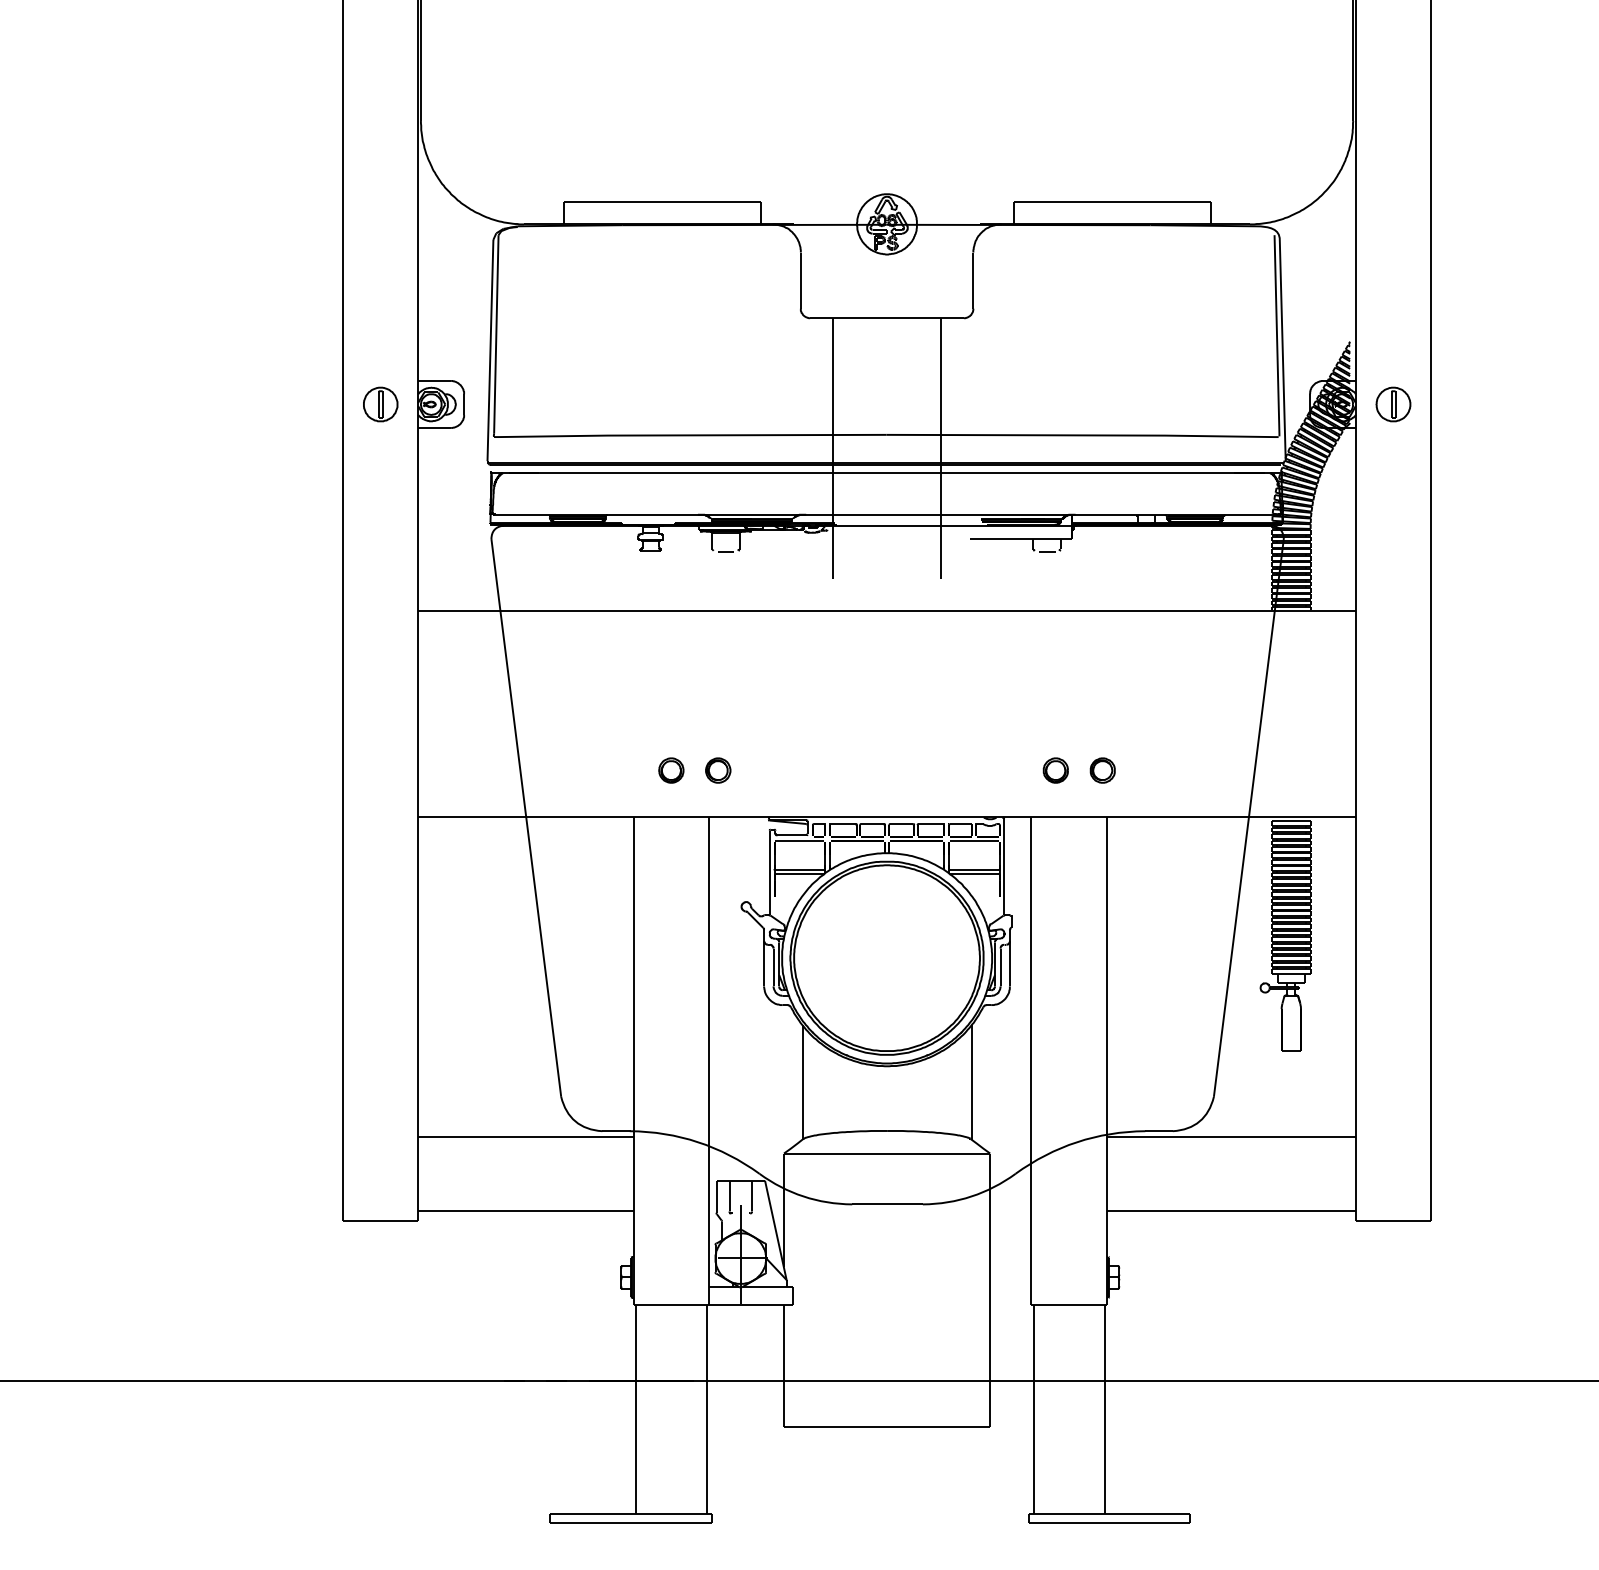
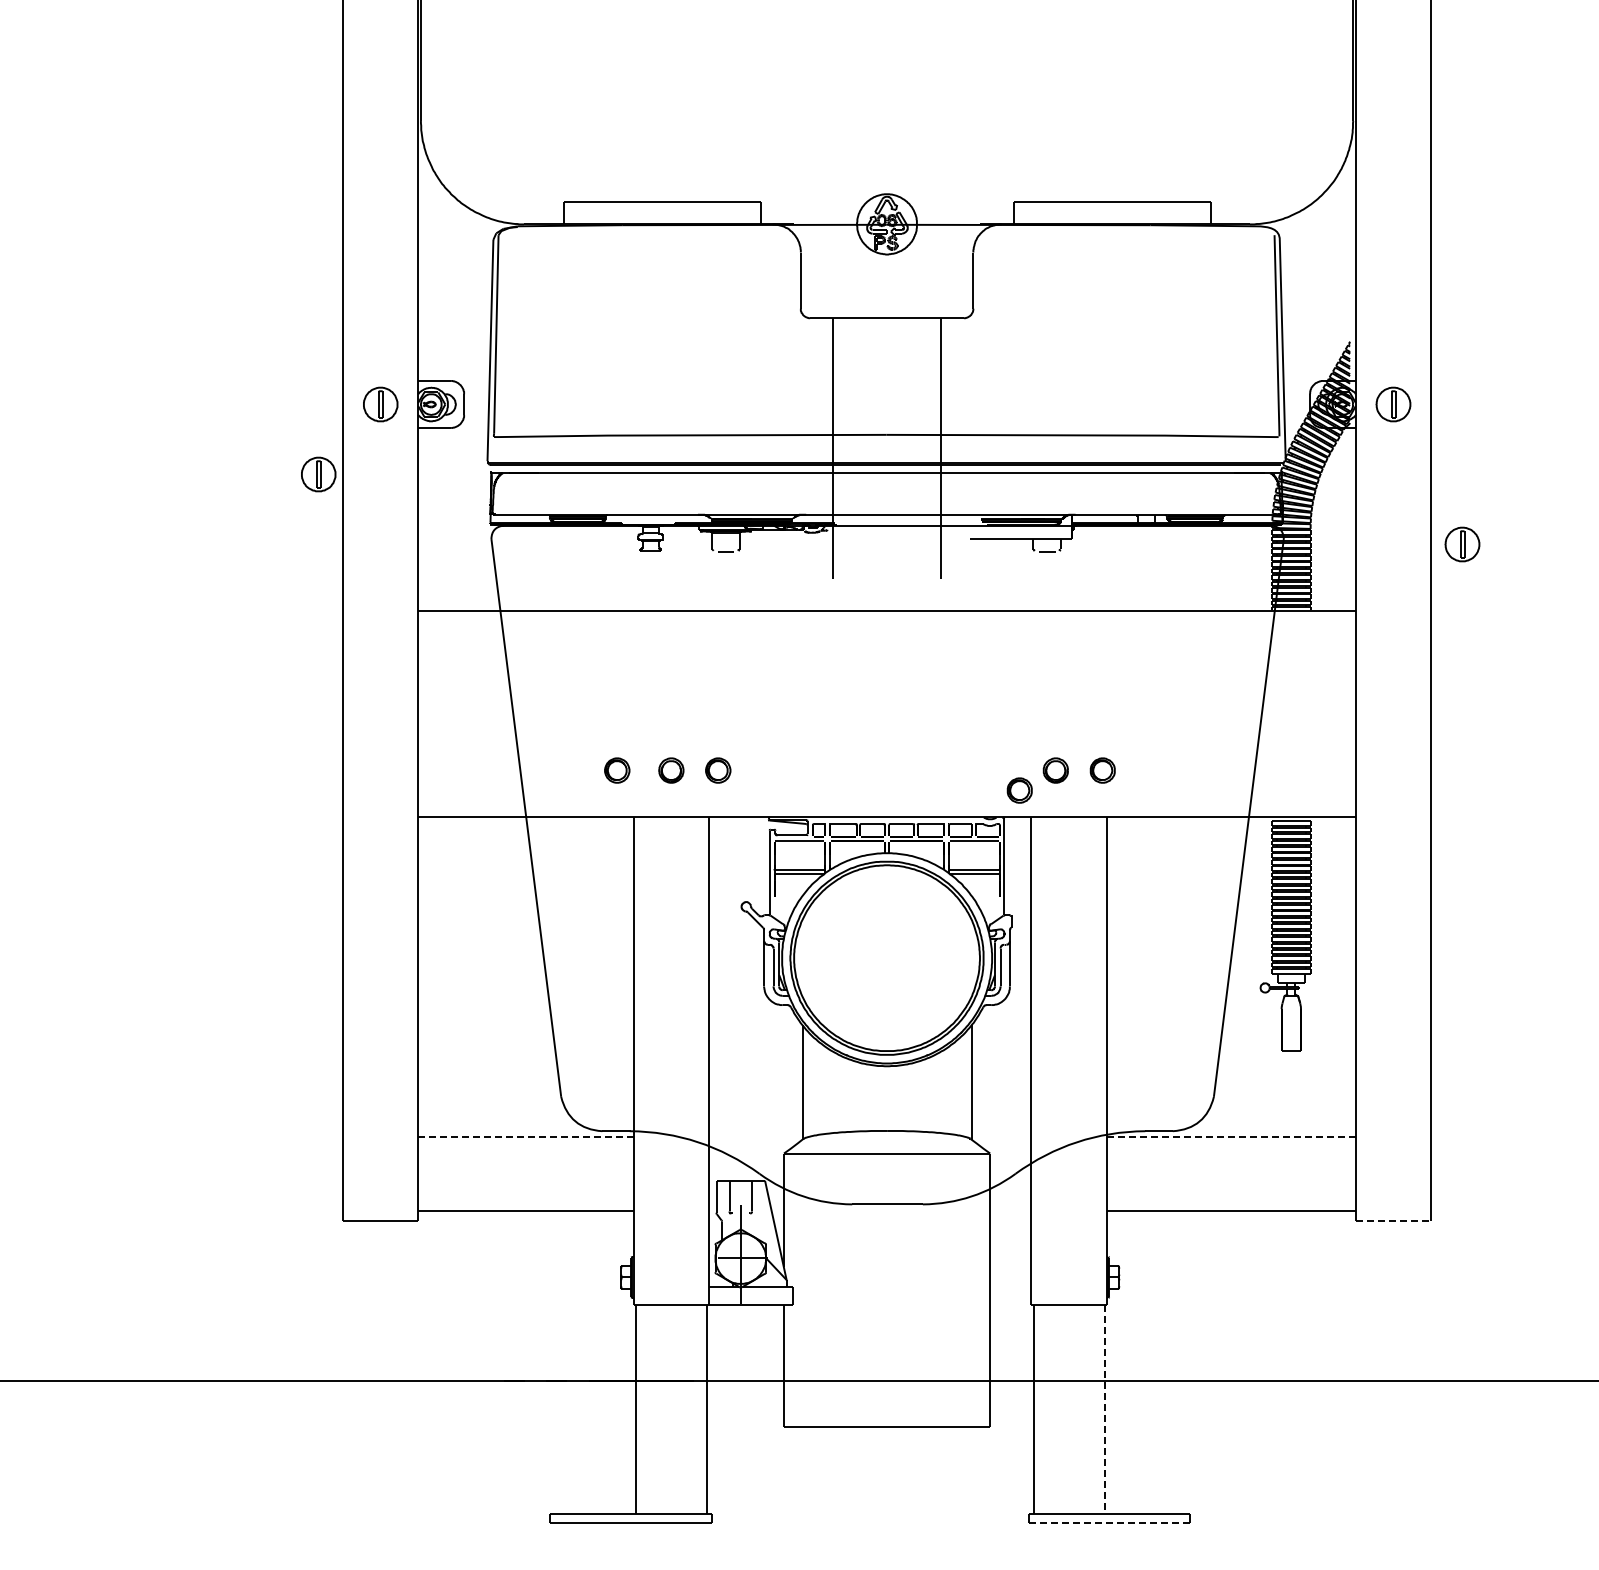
part at (318, 474): none -> present
part at (1462, 544): none -> present
part at (617, 770): none -> present
part at (1019, 790): none -> present
line at (525, 1136): solid -> dashed
line at (1231, 1136): solid -> dashed
line at (1393, 1221): solid -> dashed
line at (1104, 1410): solid -> dashed
line at (1109, 1522): solid -> dashed
